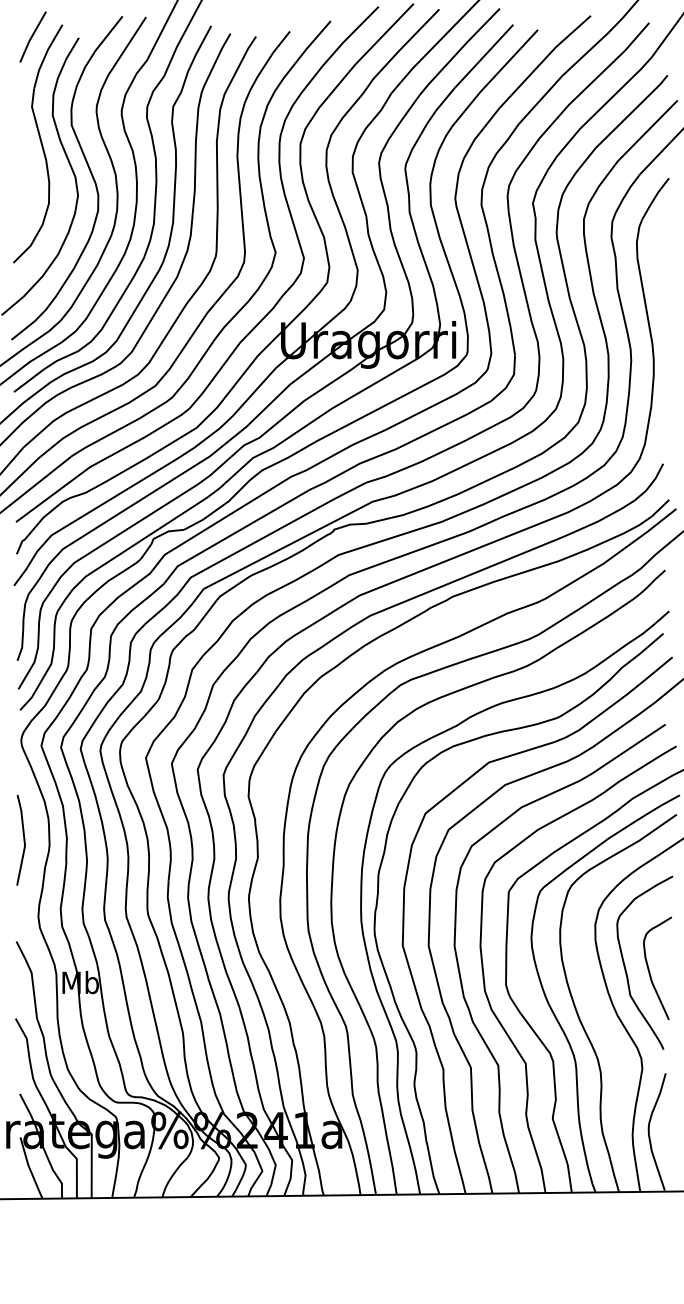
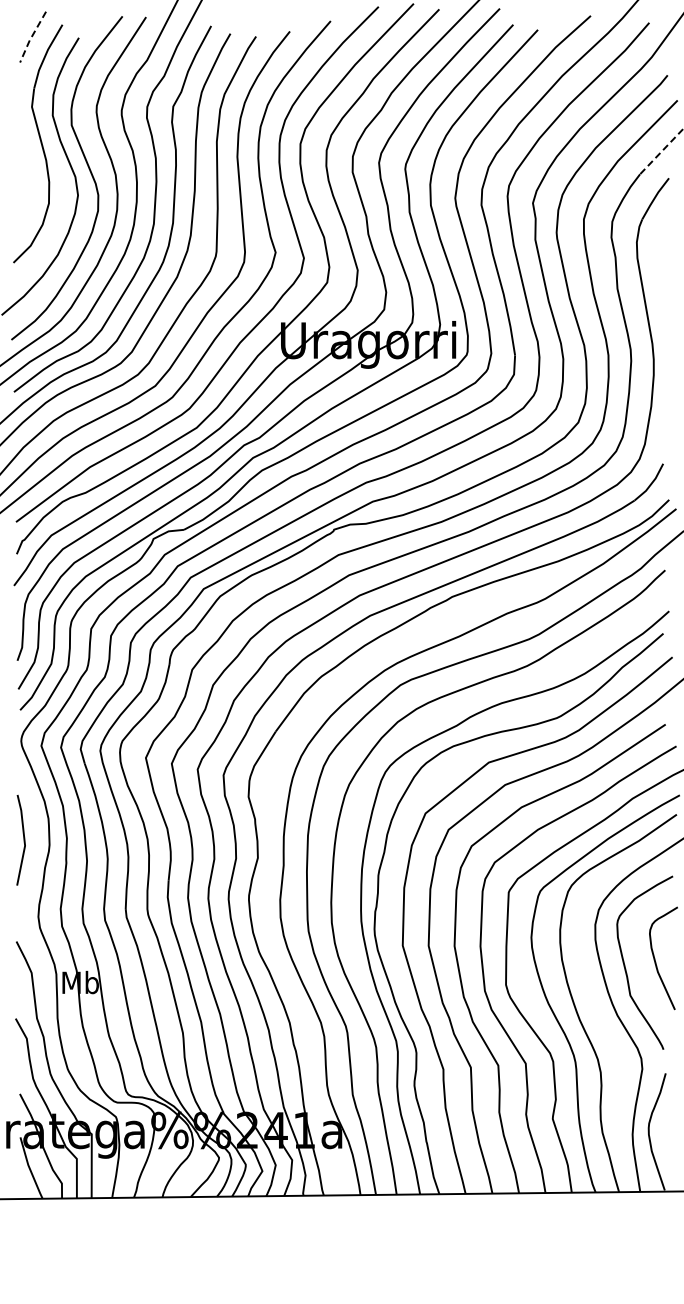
line at (31, 37): solid -> dashed
line at (661, 151): solid -> dashed
curve at (649, 968) position: (649, 968) -> (655, 958)
